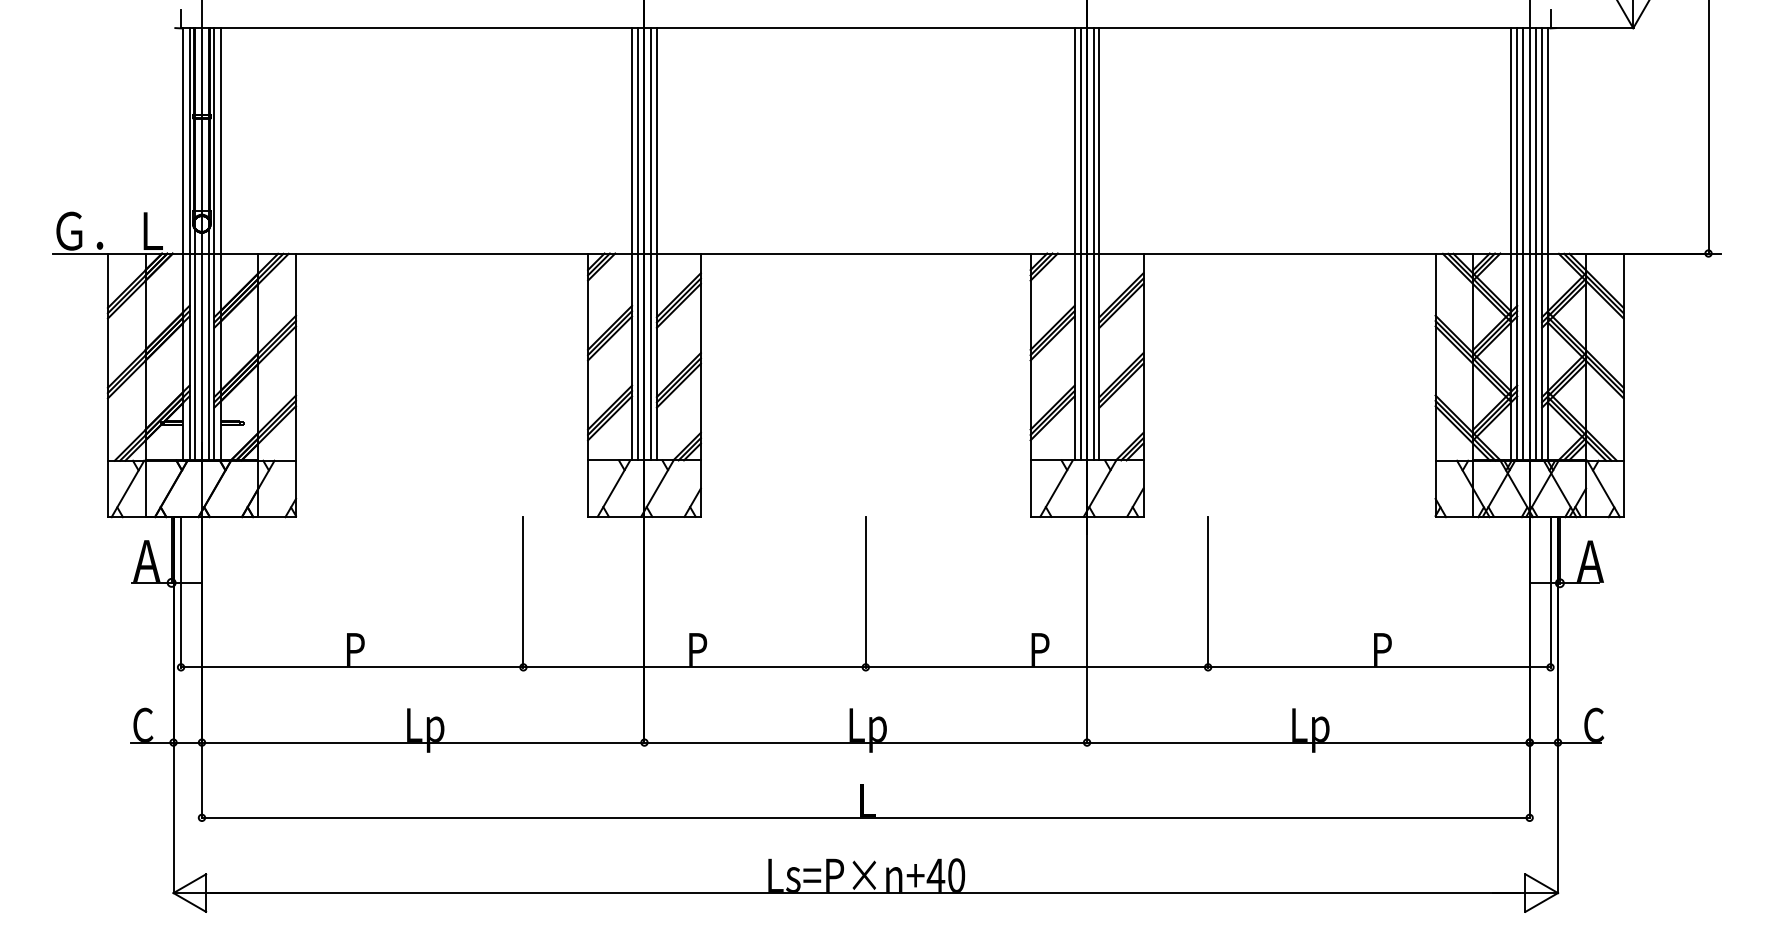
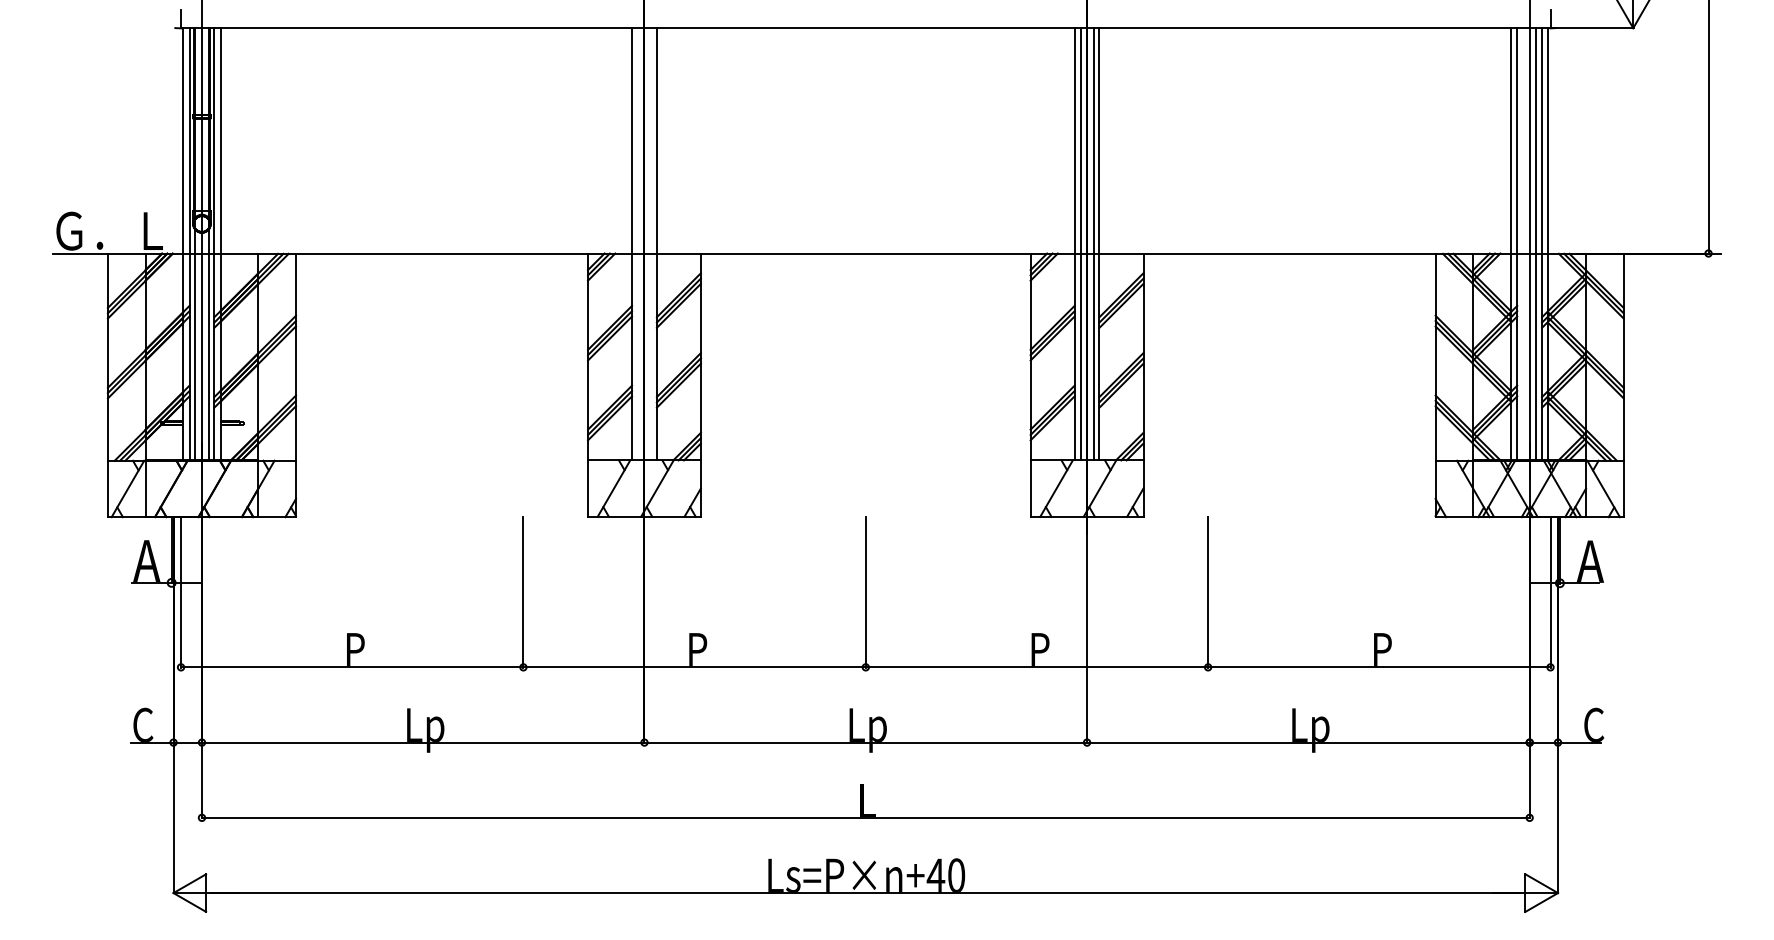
line at (637, 244): present -> none
line at (651, 244): present -> none
line at (1523, 244): present -> none
